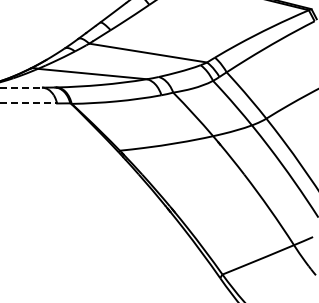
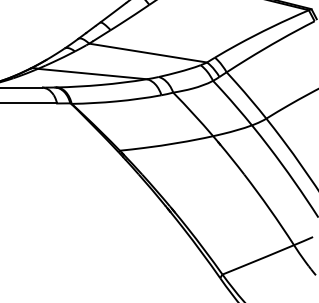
line at (21, 87): dashed -> solid
line at (29, 103): dashed -> solid
